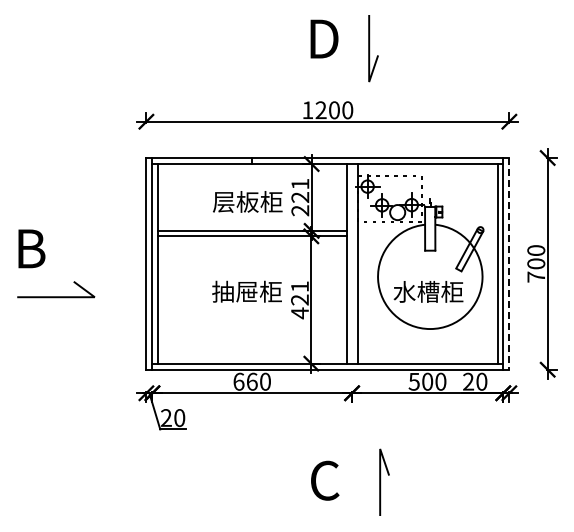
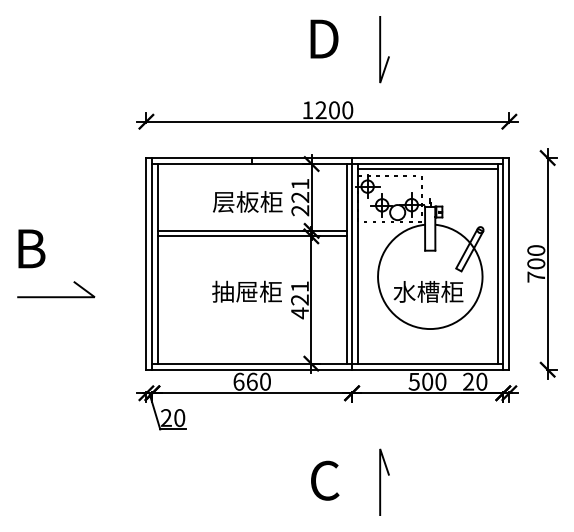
line at (370, 48) position: (370, 48) -> (381, 49)
line at (427, 169): none -> present
line at (352, 263): none -> present
line at (509, 263): dashed -> solid
